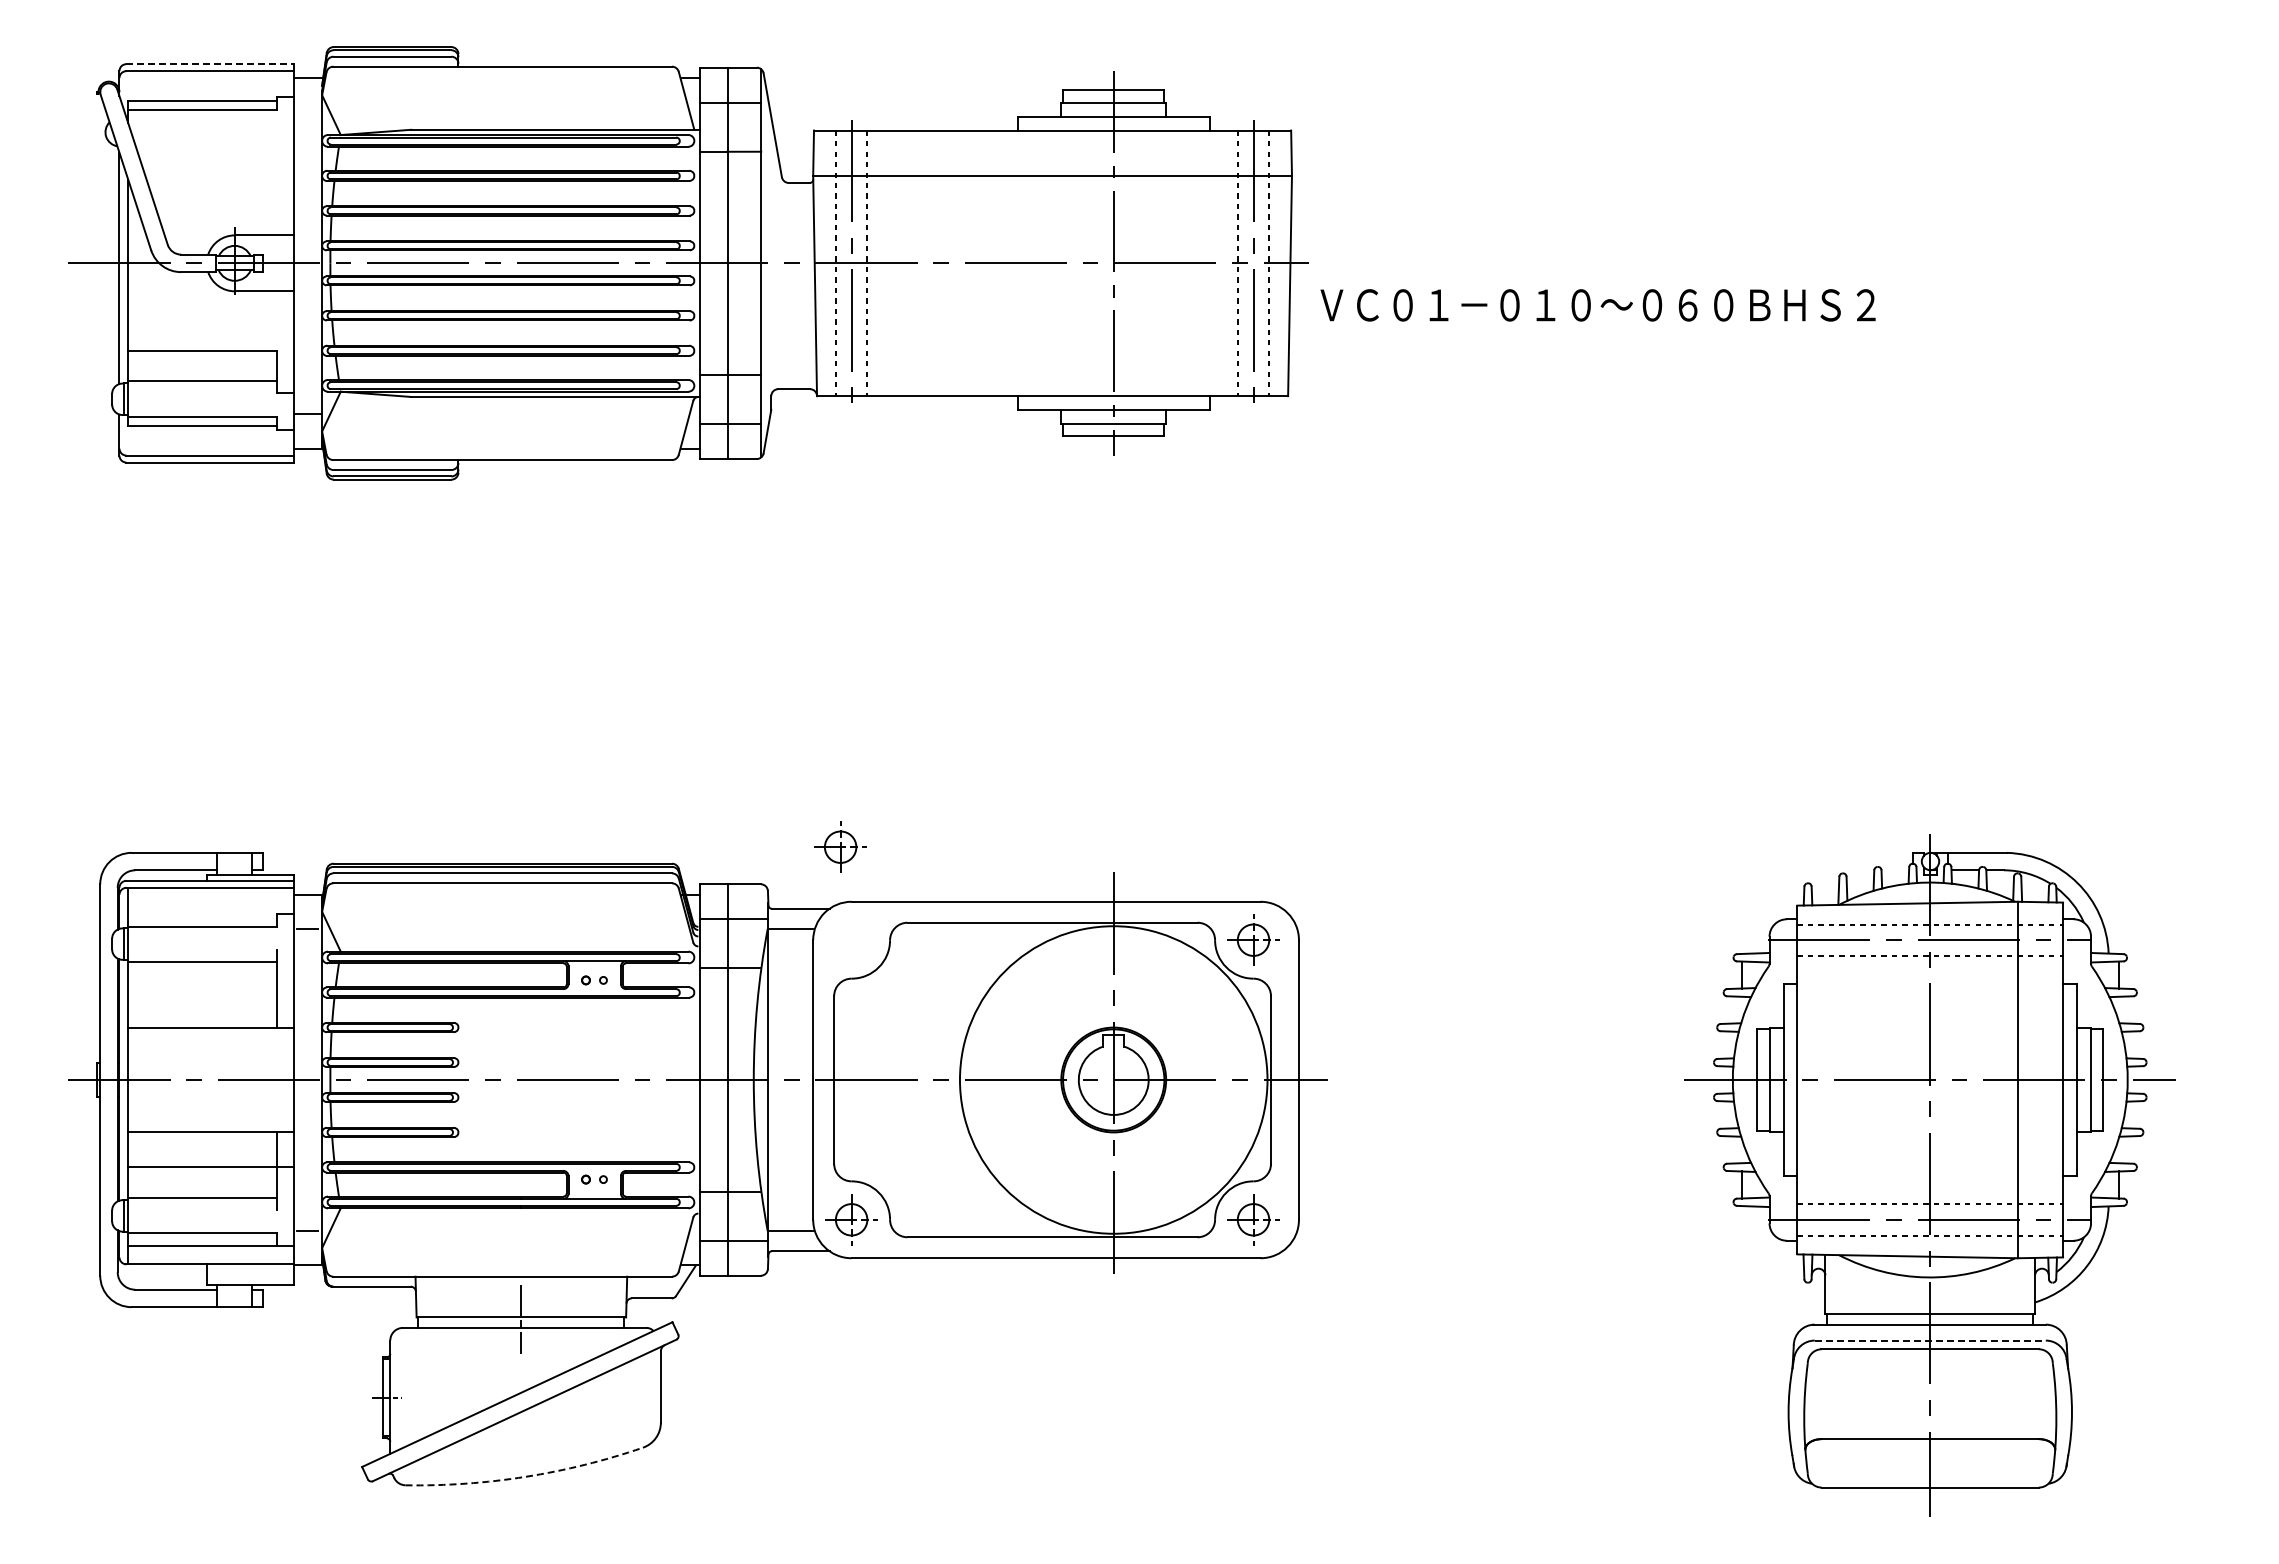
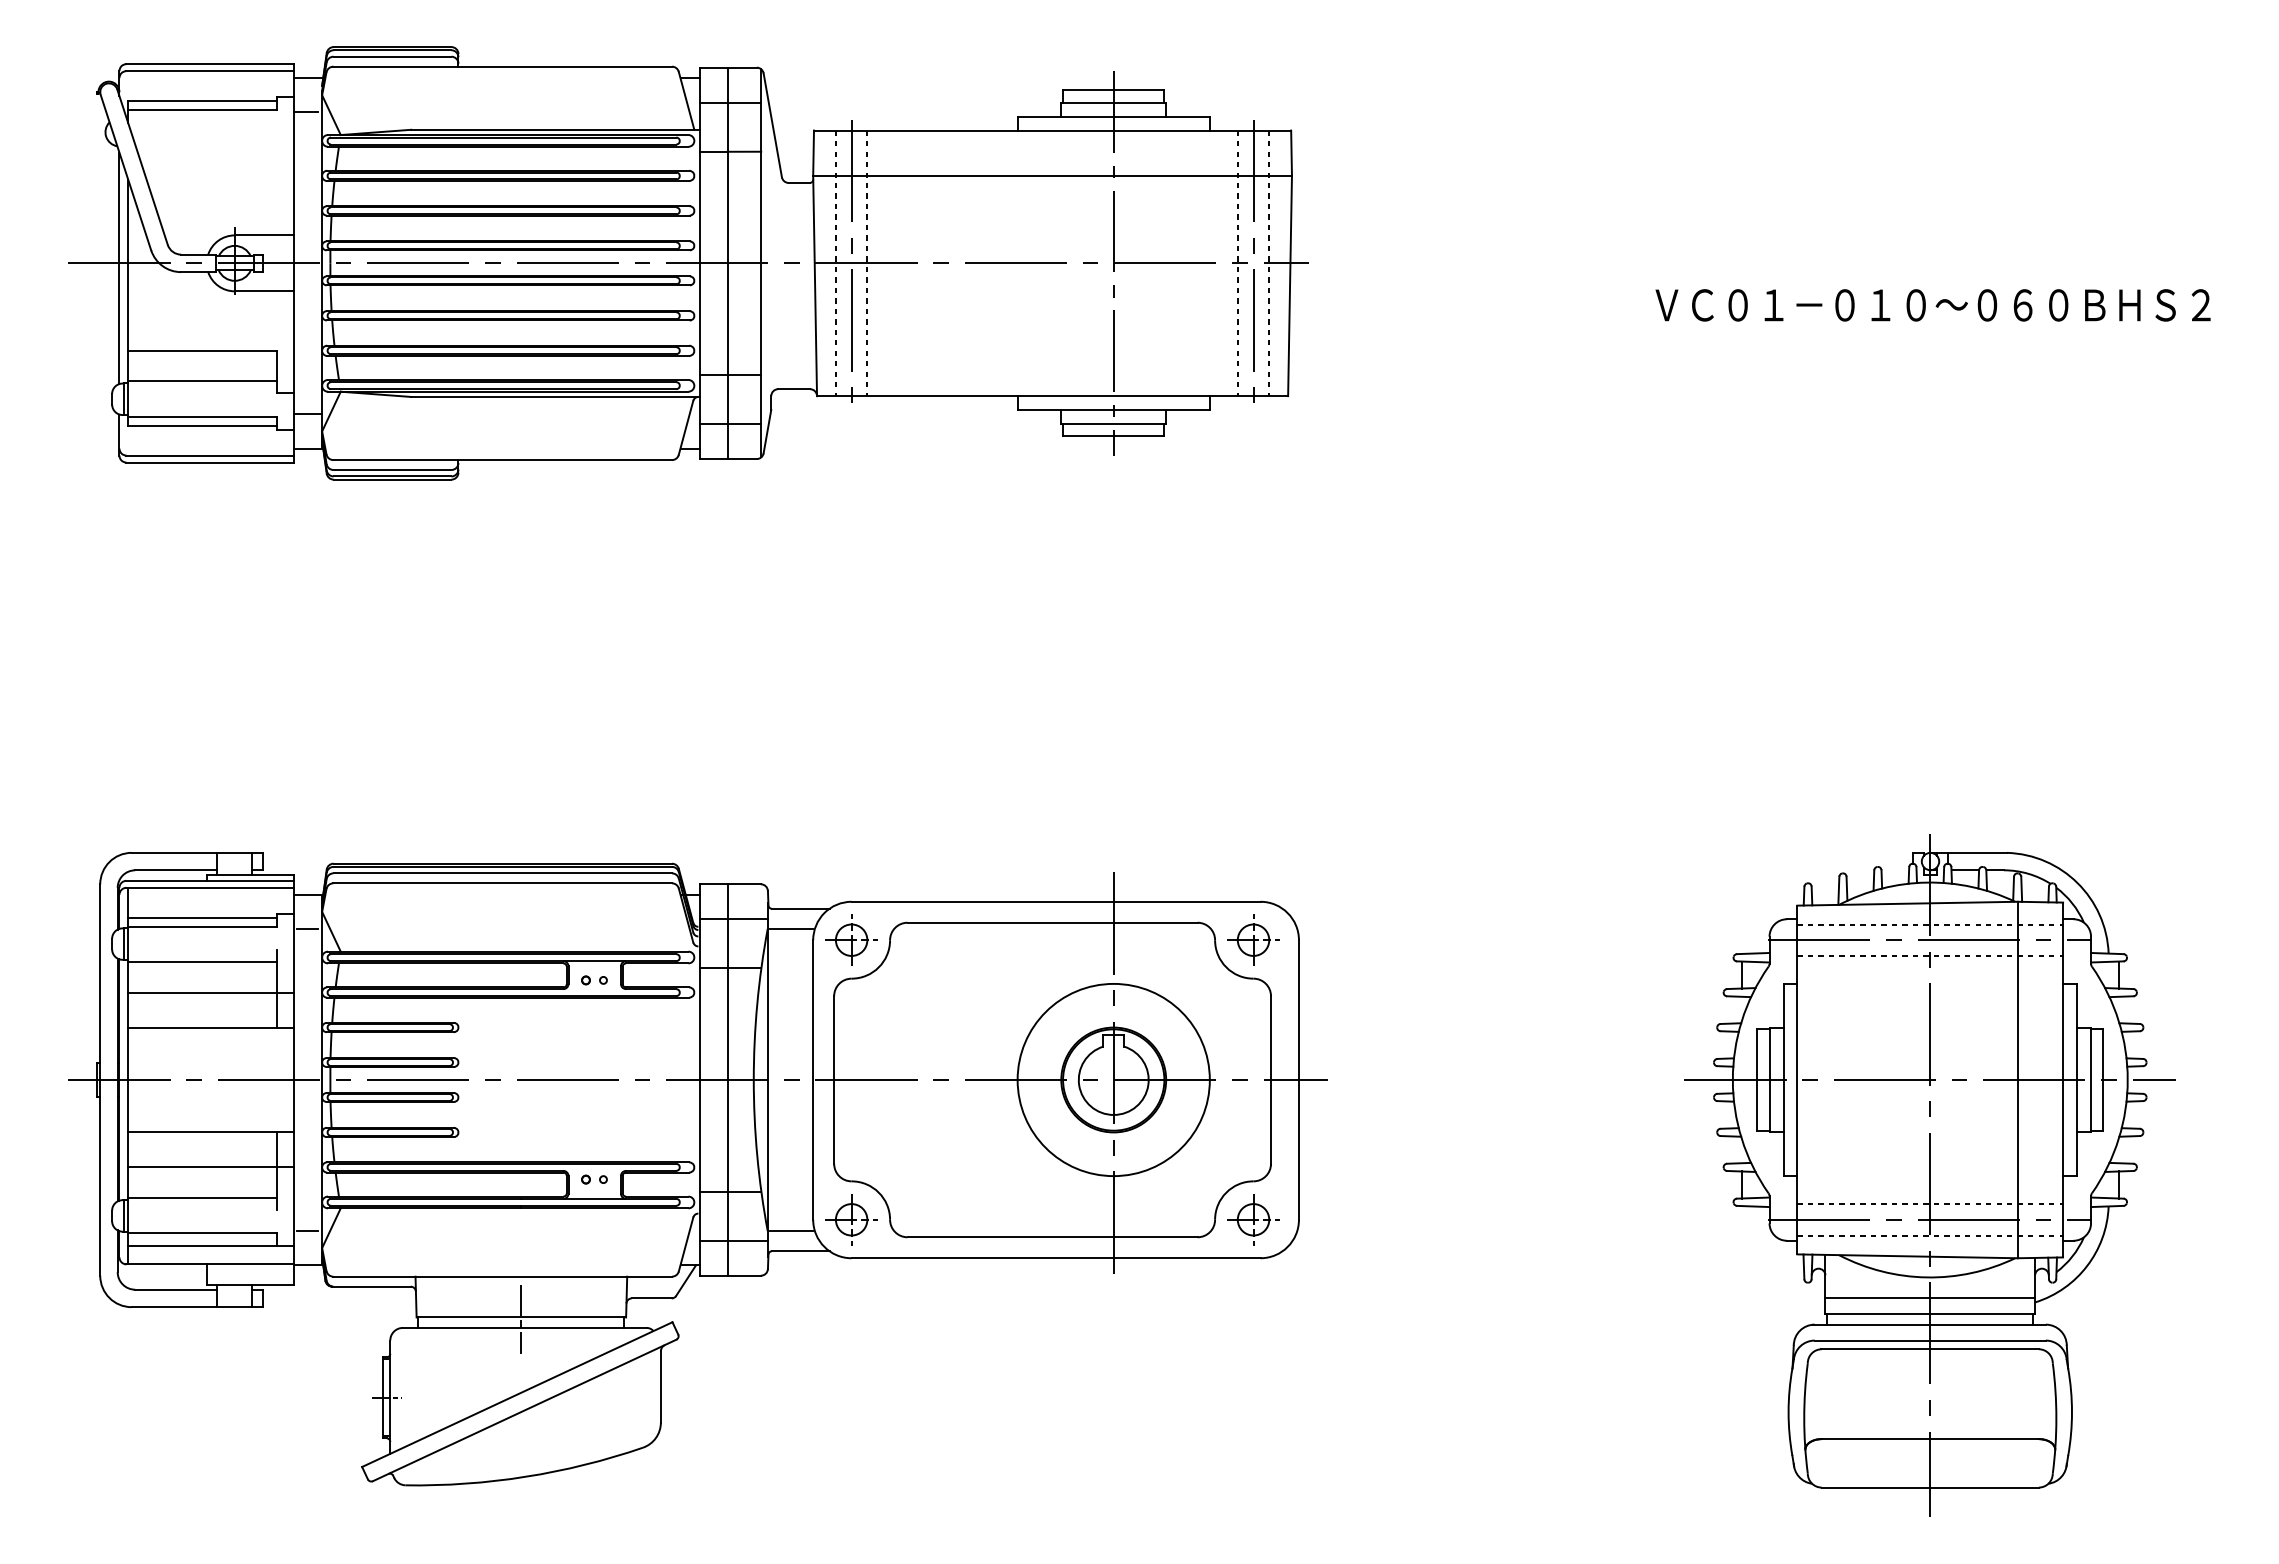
line at (210, 64): dashed -> solid
line at (306, 112): none -> present
text at (1597, 305) position: (1597, 305) -> (1932, 305)
part at (840, 846) position: (840, 846) -> (851, 939)
line at (202, 917): none -> present
line at (211, 992): none -> present
circle at (1113, 1079) diameter: 308 px -> 192 px
line at (1930, 1298): none -> present
line at (1930, 1340): dashed -> solid
arc at (525, 1476): dashed -> solid
